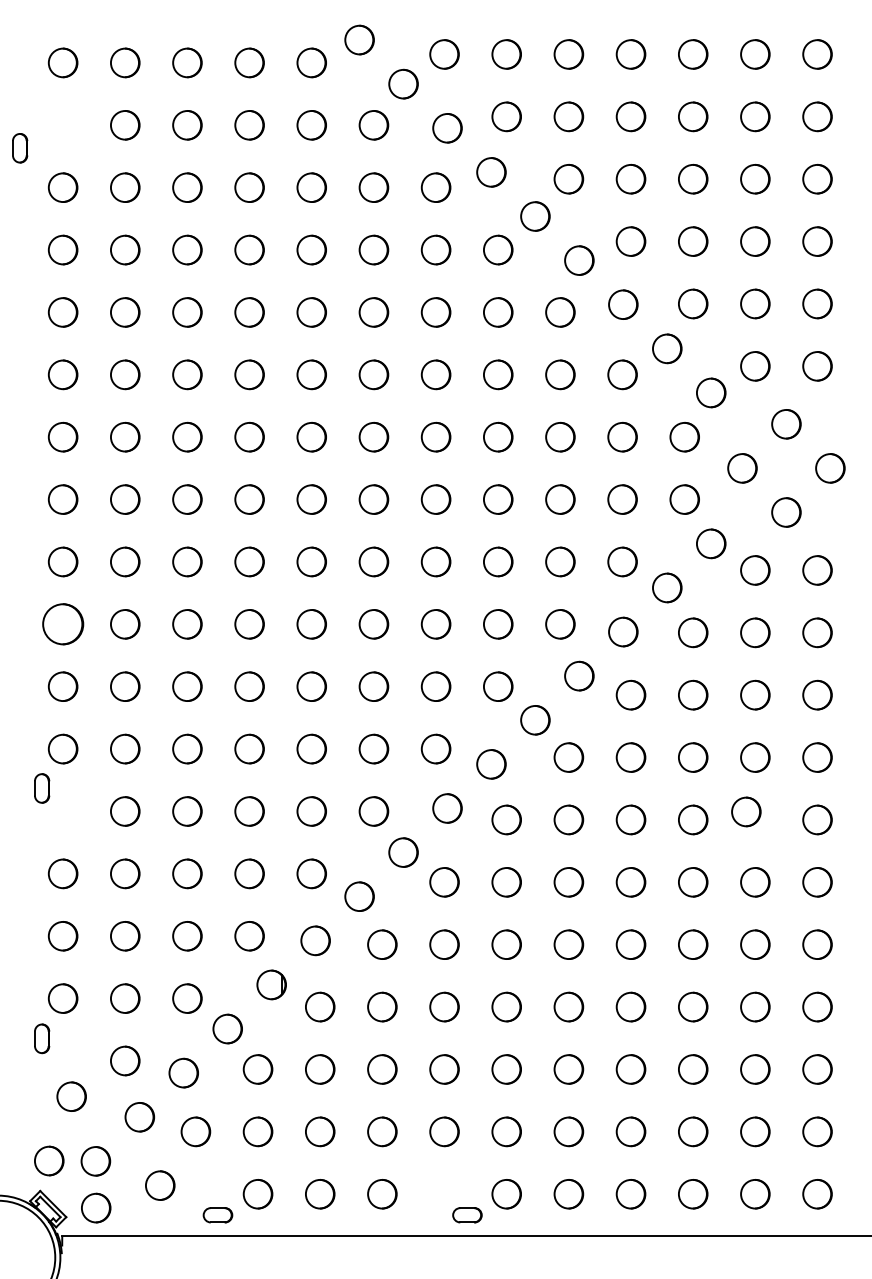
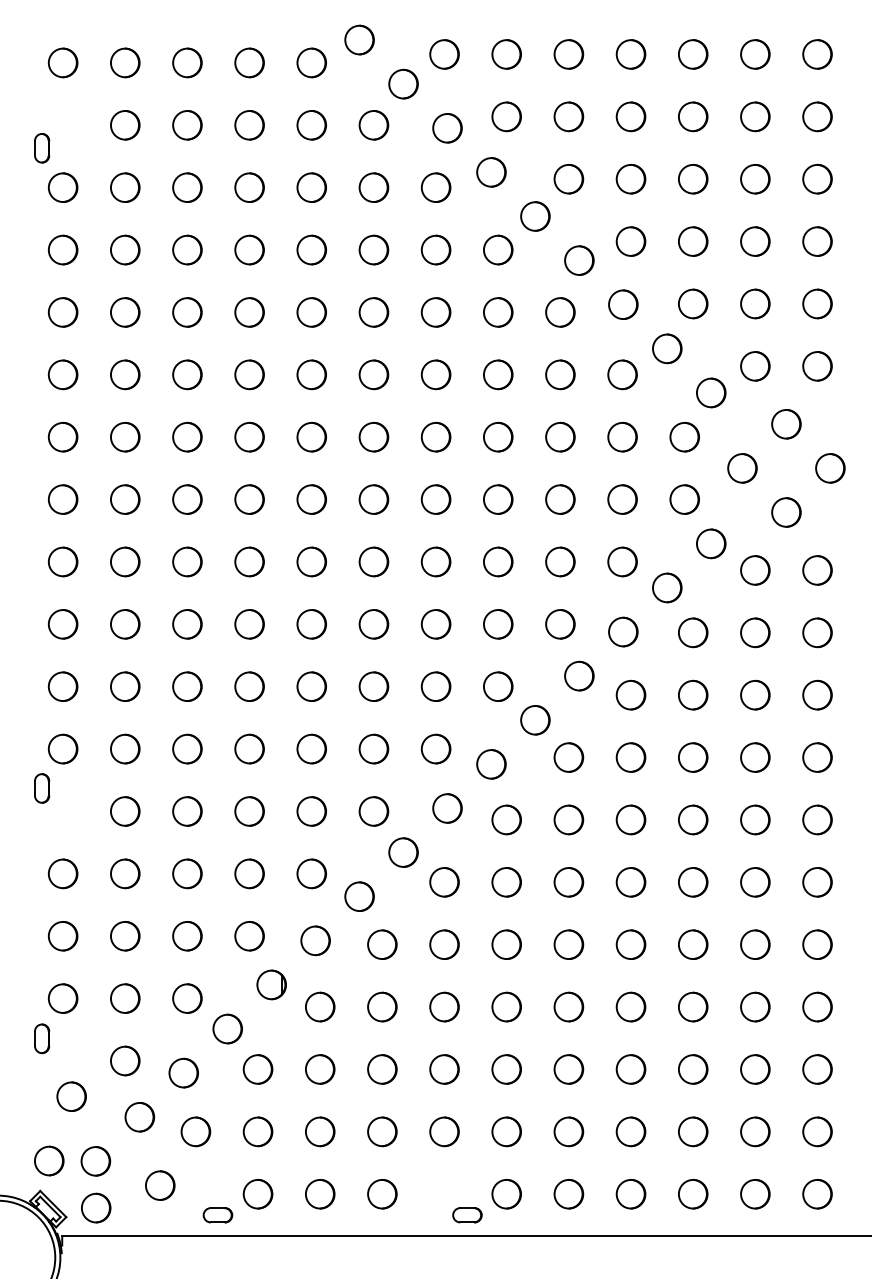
part at (20, 148) position: (20, 148) -> (42, 148)
part at (63, 624) size: 43x43 px -> 32x31 px
part at (746, 811) position: (746, 811) -> (755, 819)
